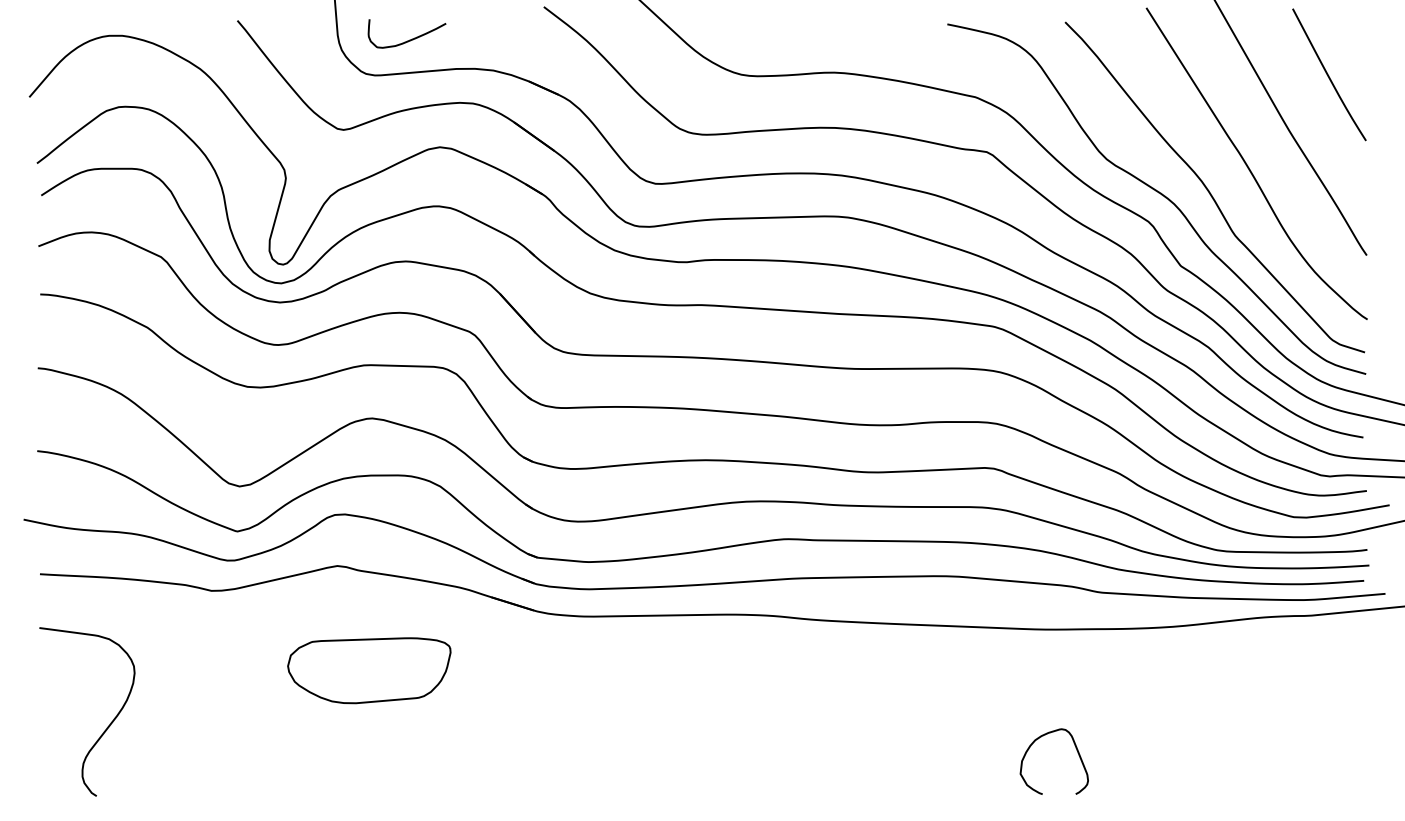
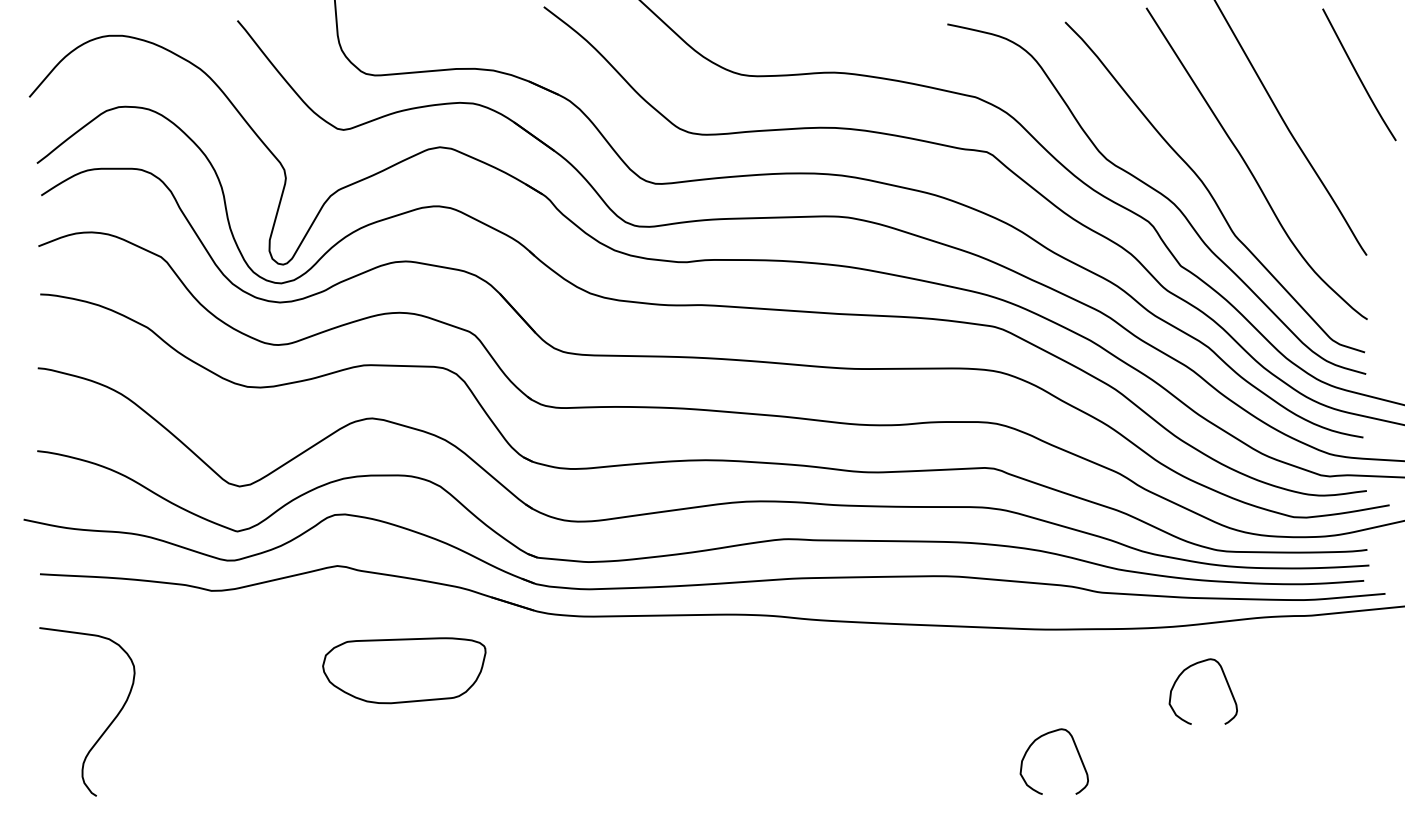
curve at (409, 39): present -> none
curve at (1328, 74) position: (1328, 74) -> (1358, 74)
part at (369, 670) position: (369, 670) -> (404, 670)
curve at (1226, 683): none -> present
